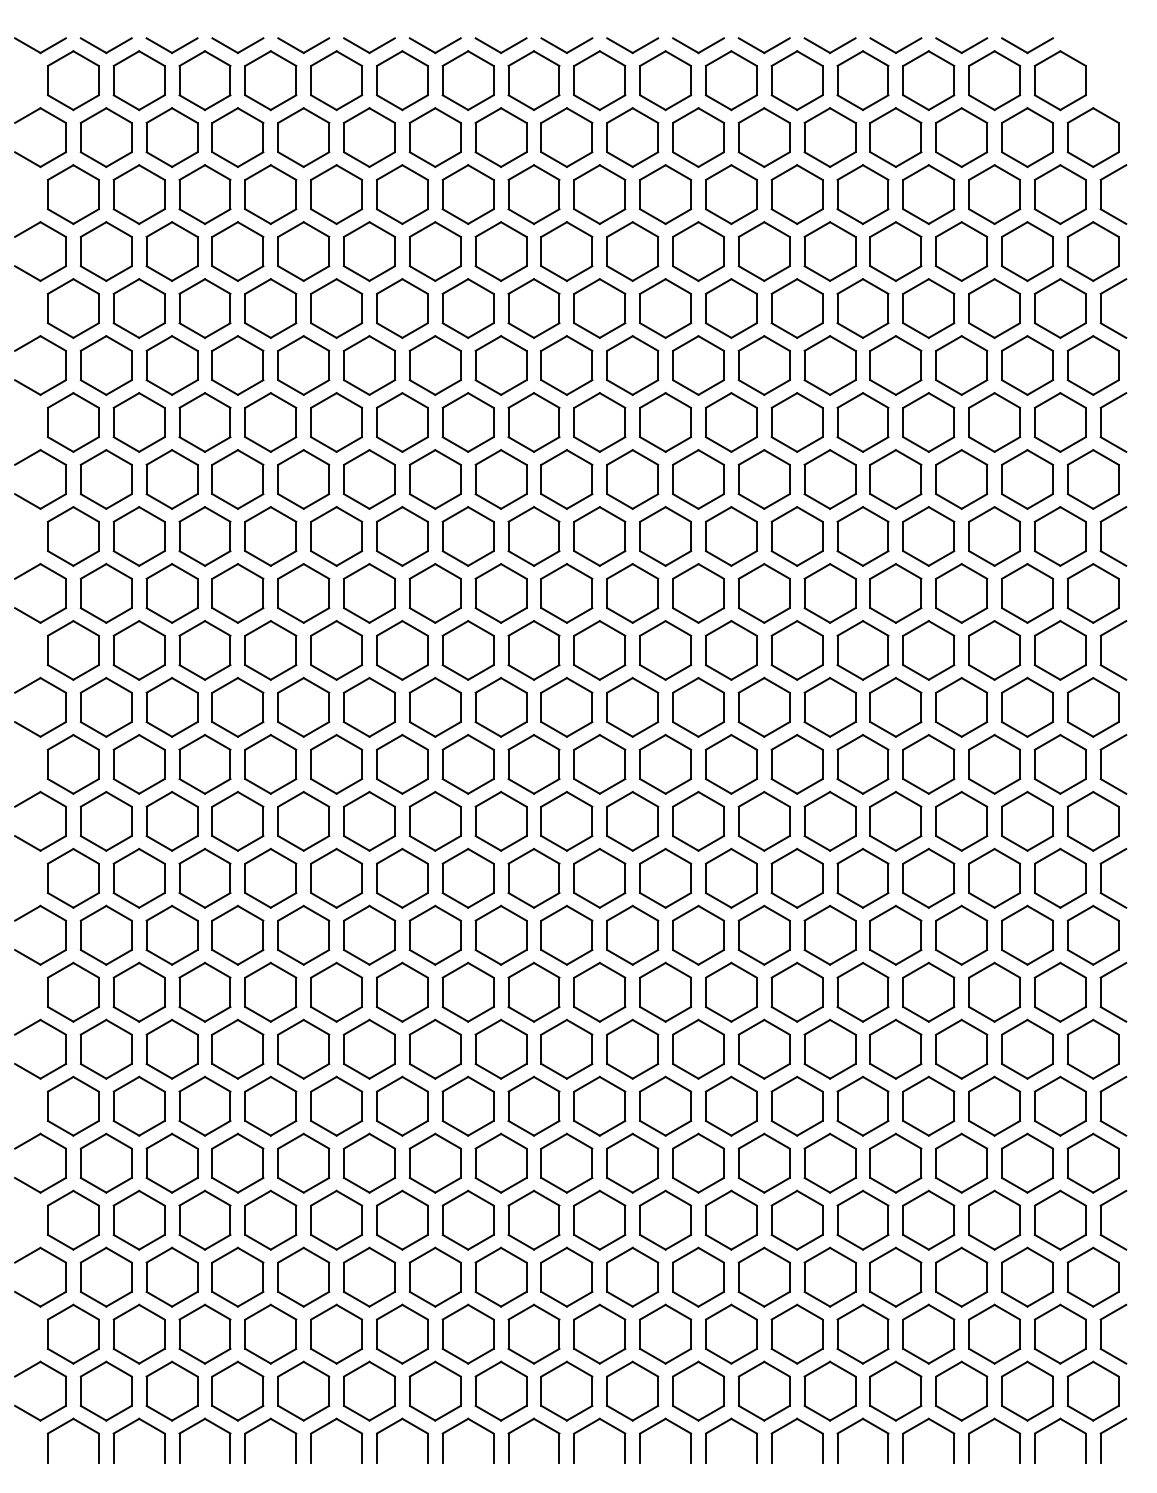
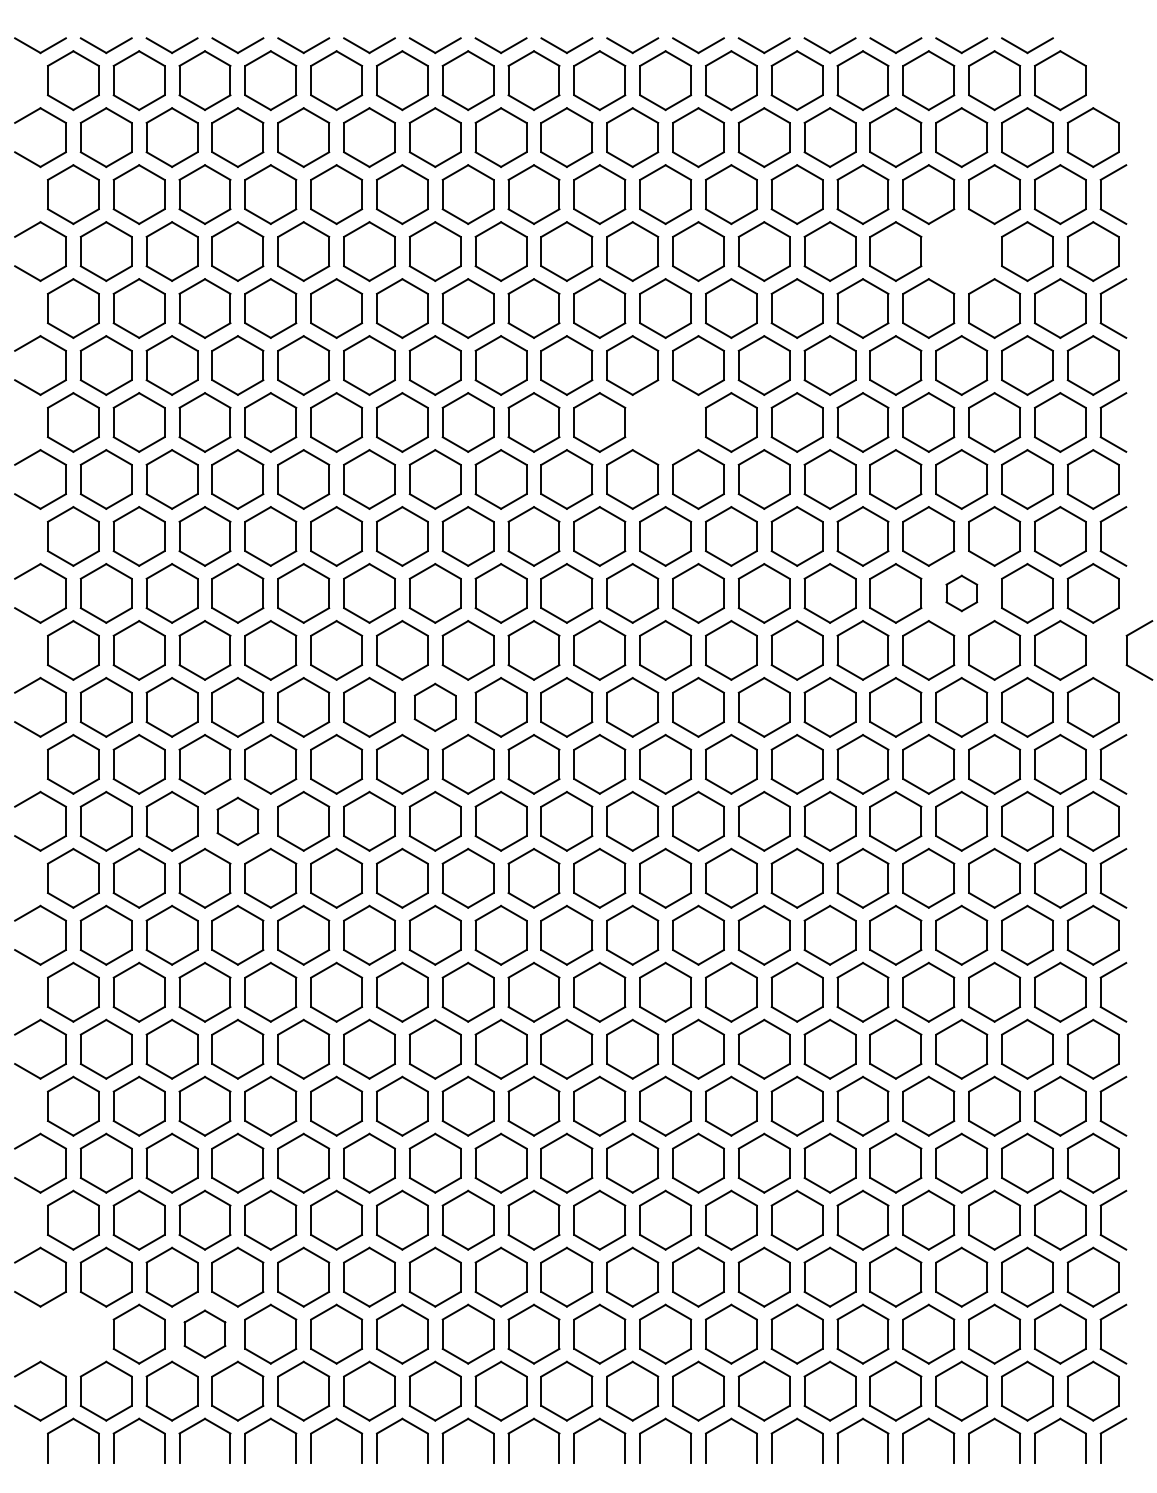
part at (961, 251): present -> none
part at (665, 422): present -> none
part at (961, 593) size: 54x61 px -> 34x39 px
part at (1101, 650) position: (1101, 650) -> (1127, 650)
part at (434, 707) size: 54x61 px -> 44x50 px
part at (237, 821) size: 54x61 px -> 44x50 px
part at (73, 1333): present -> none
part at (204, 1333) size: 54x62 px -> 44x50 px
